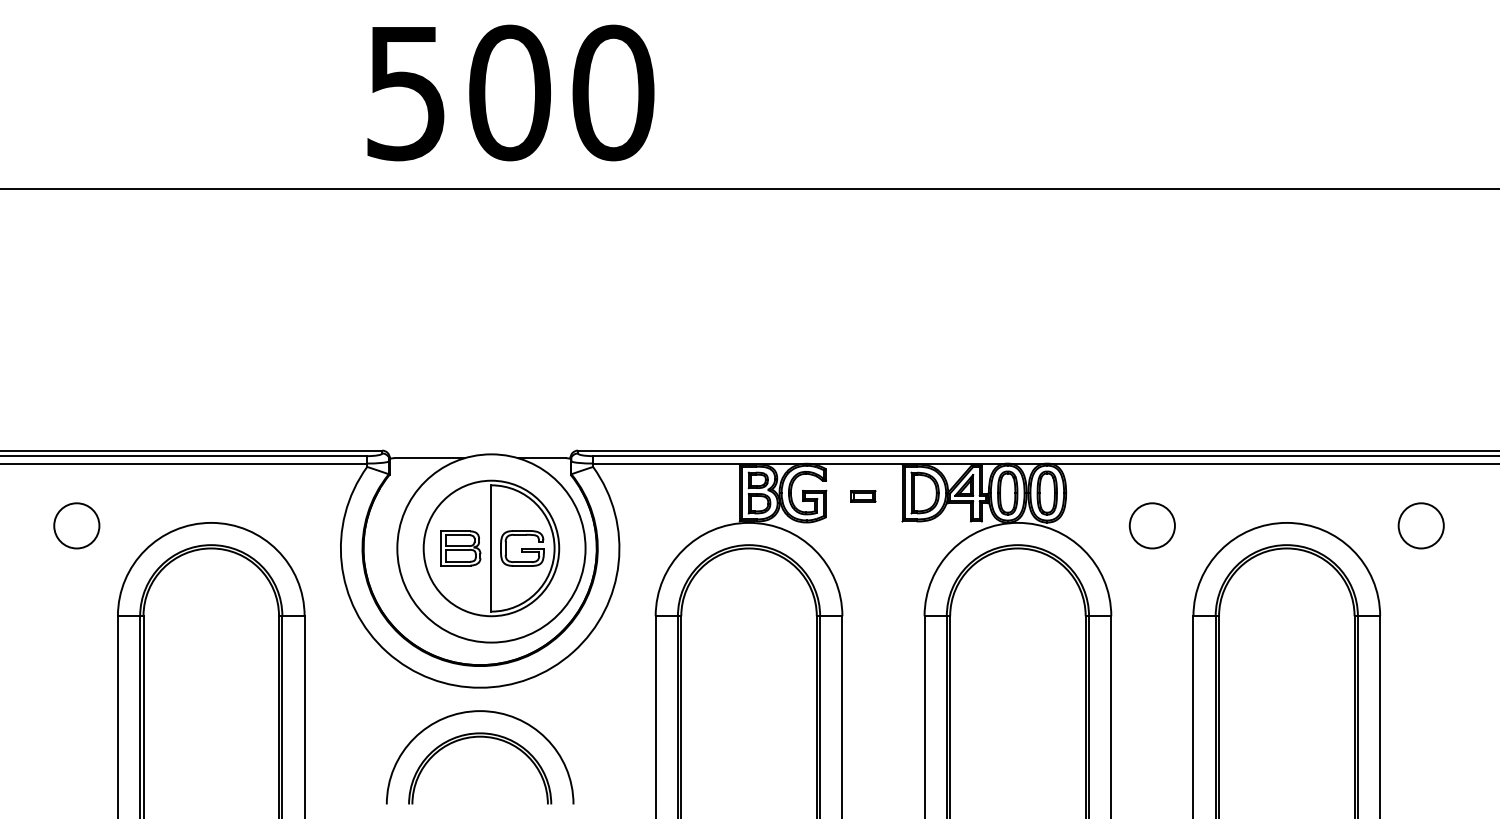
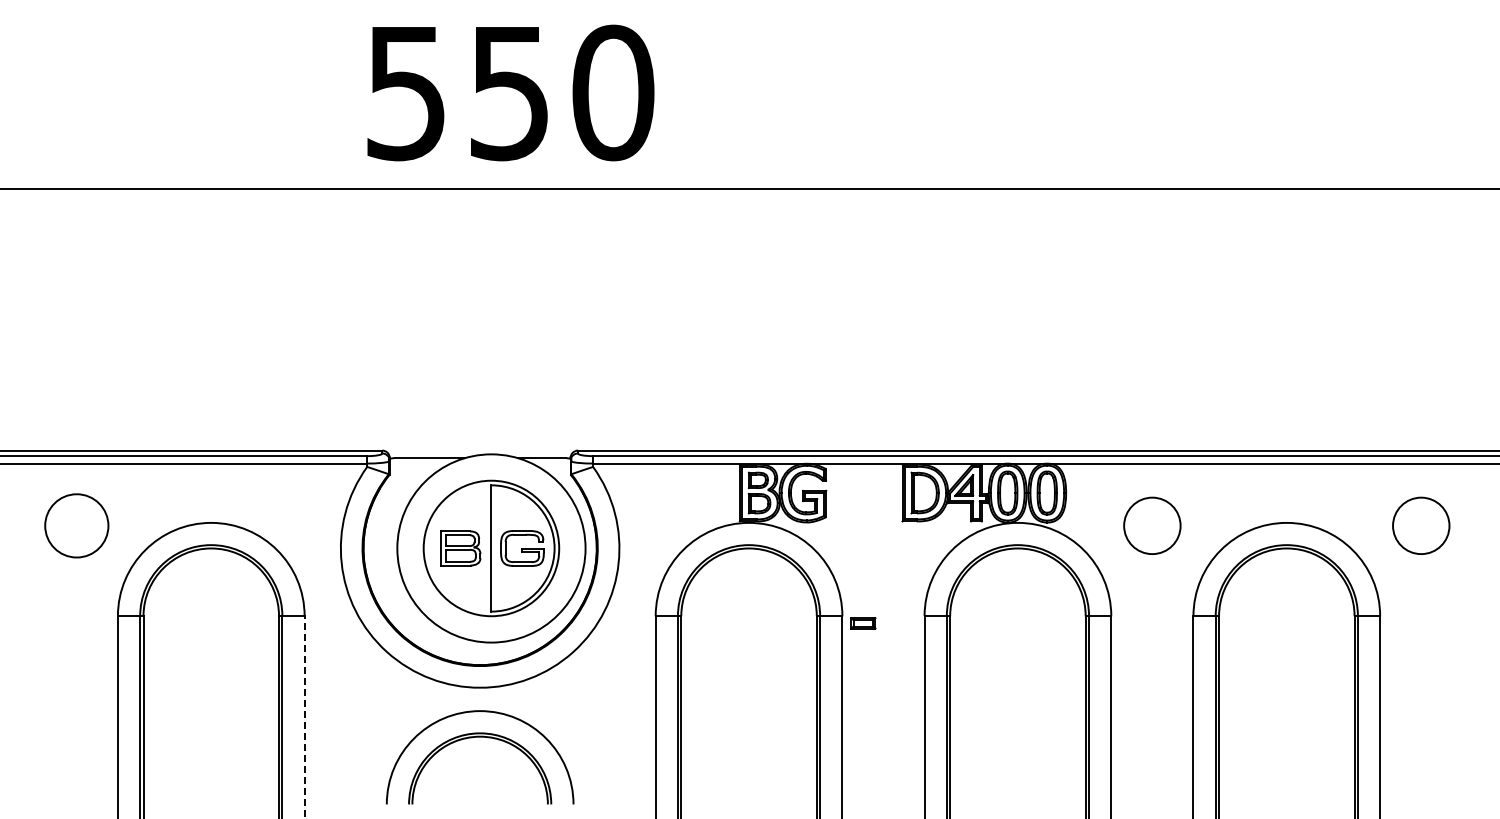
text at (509, 92): 500 -> 550
part at (863, 496) position: (863, 496) -> (863, 623)
circle at (76, 525) diameter: 45 px -> 63 px
circle at (1151, 525) diameter: 45 px -> 56 px
circle at (1420, 525) diameter: 45 px -> 56 px
line at (304, 717): solid -> dashed
